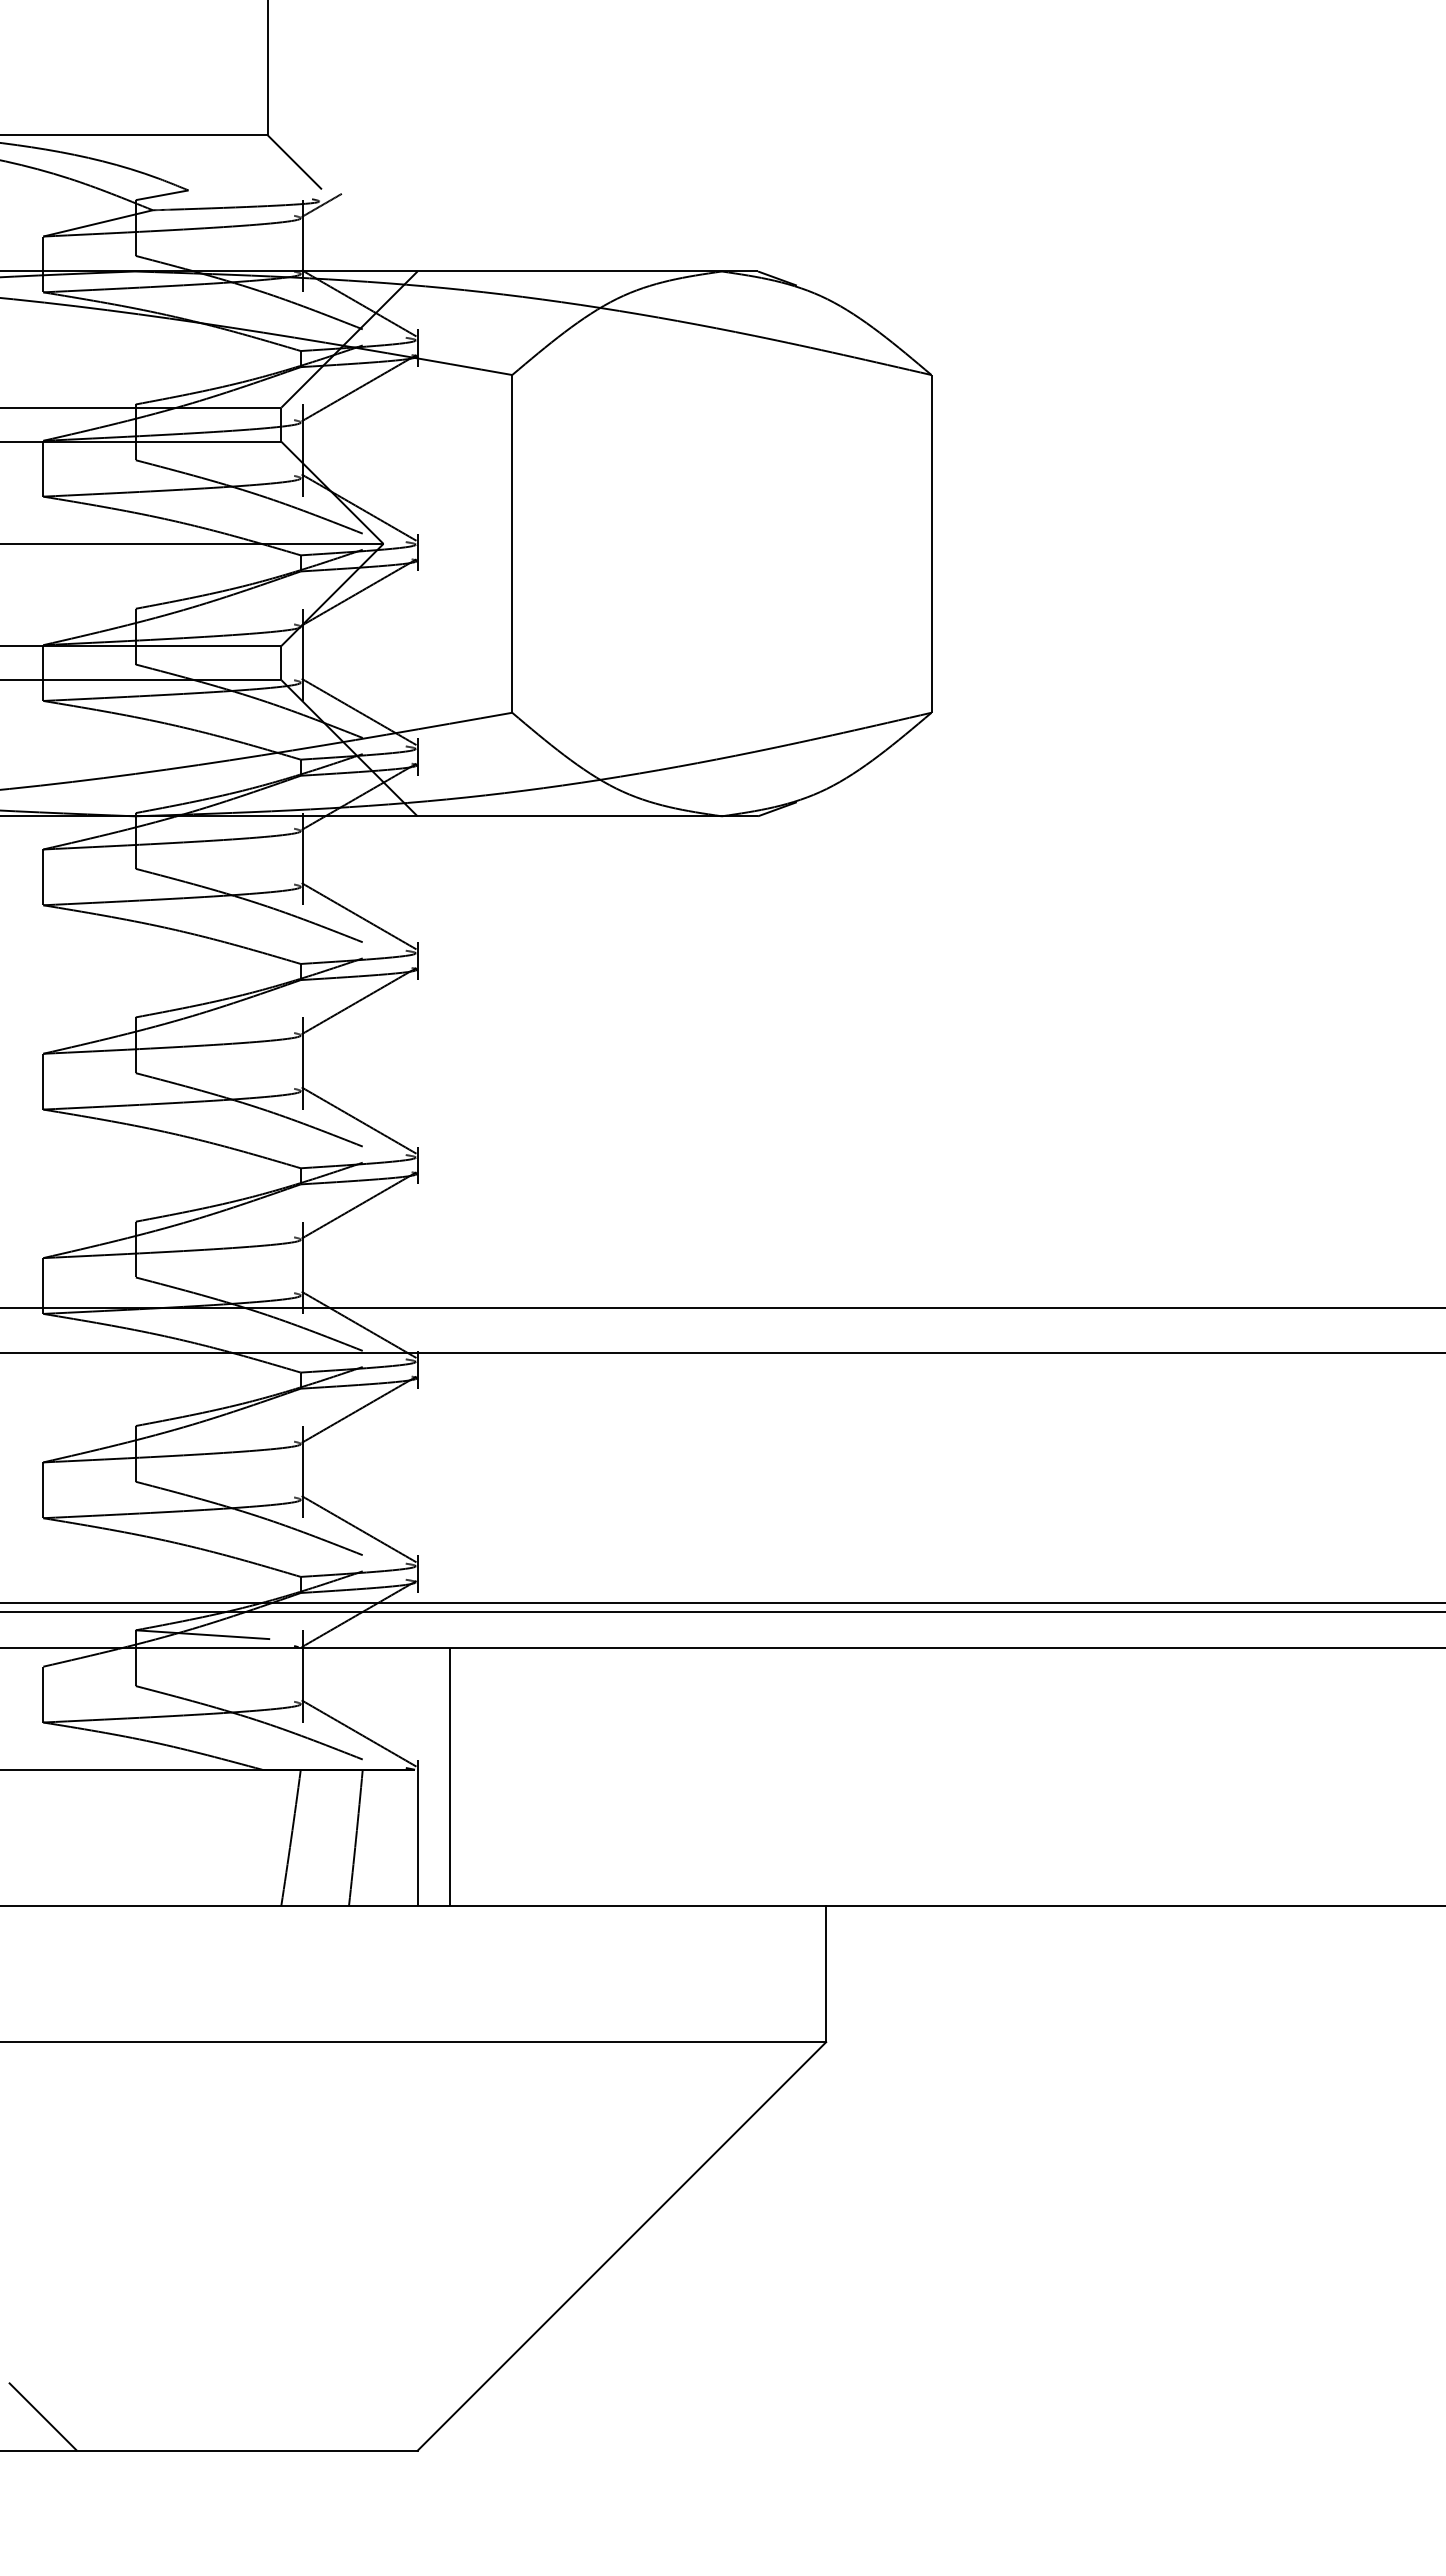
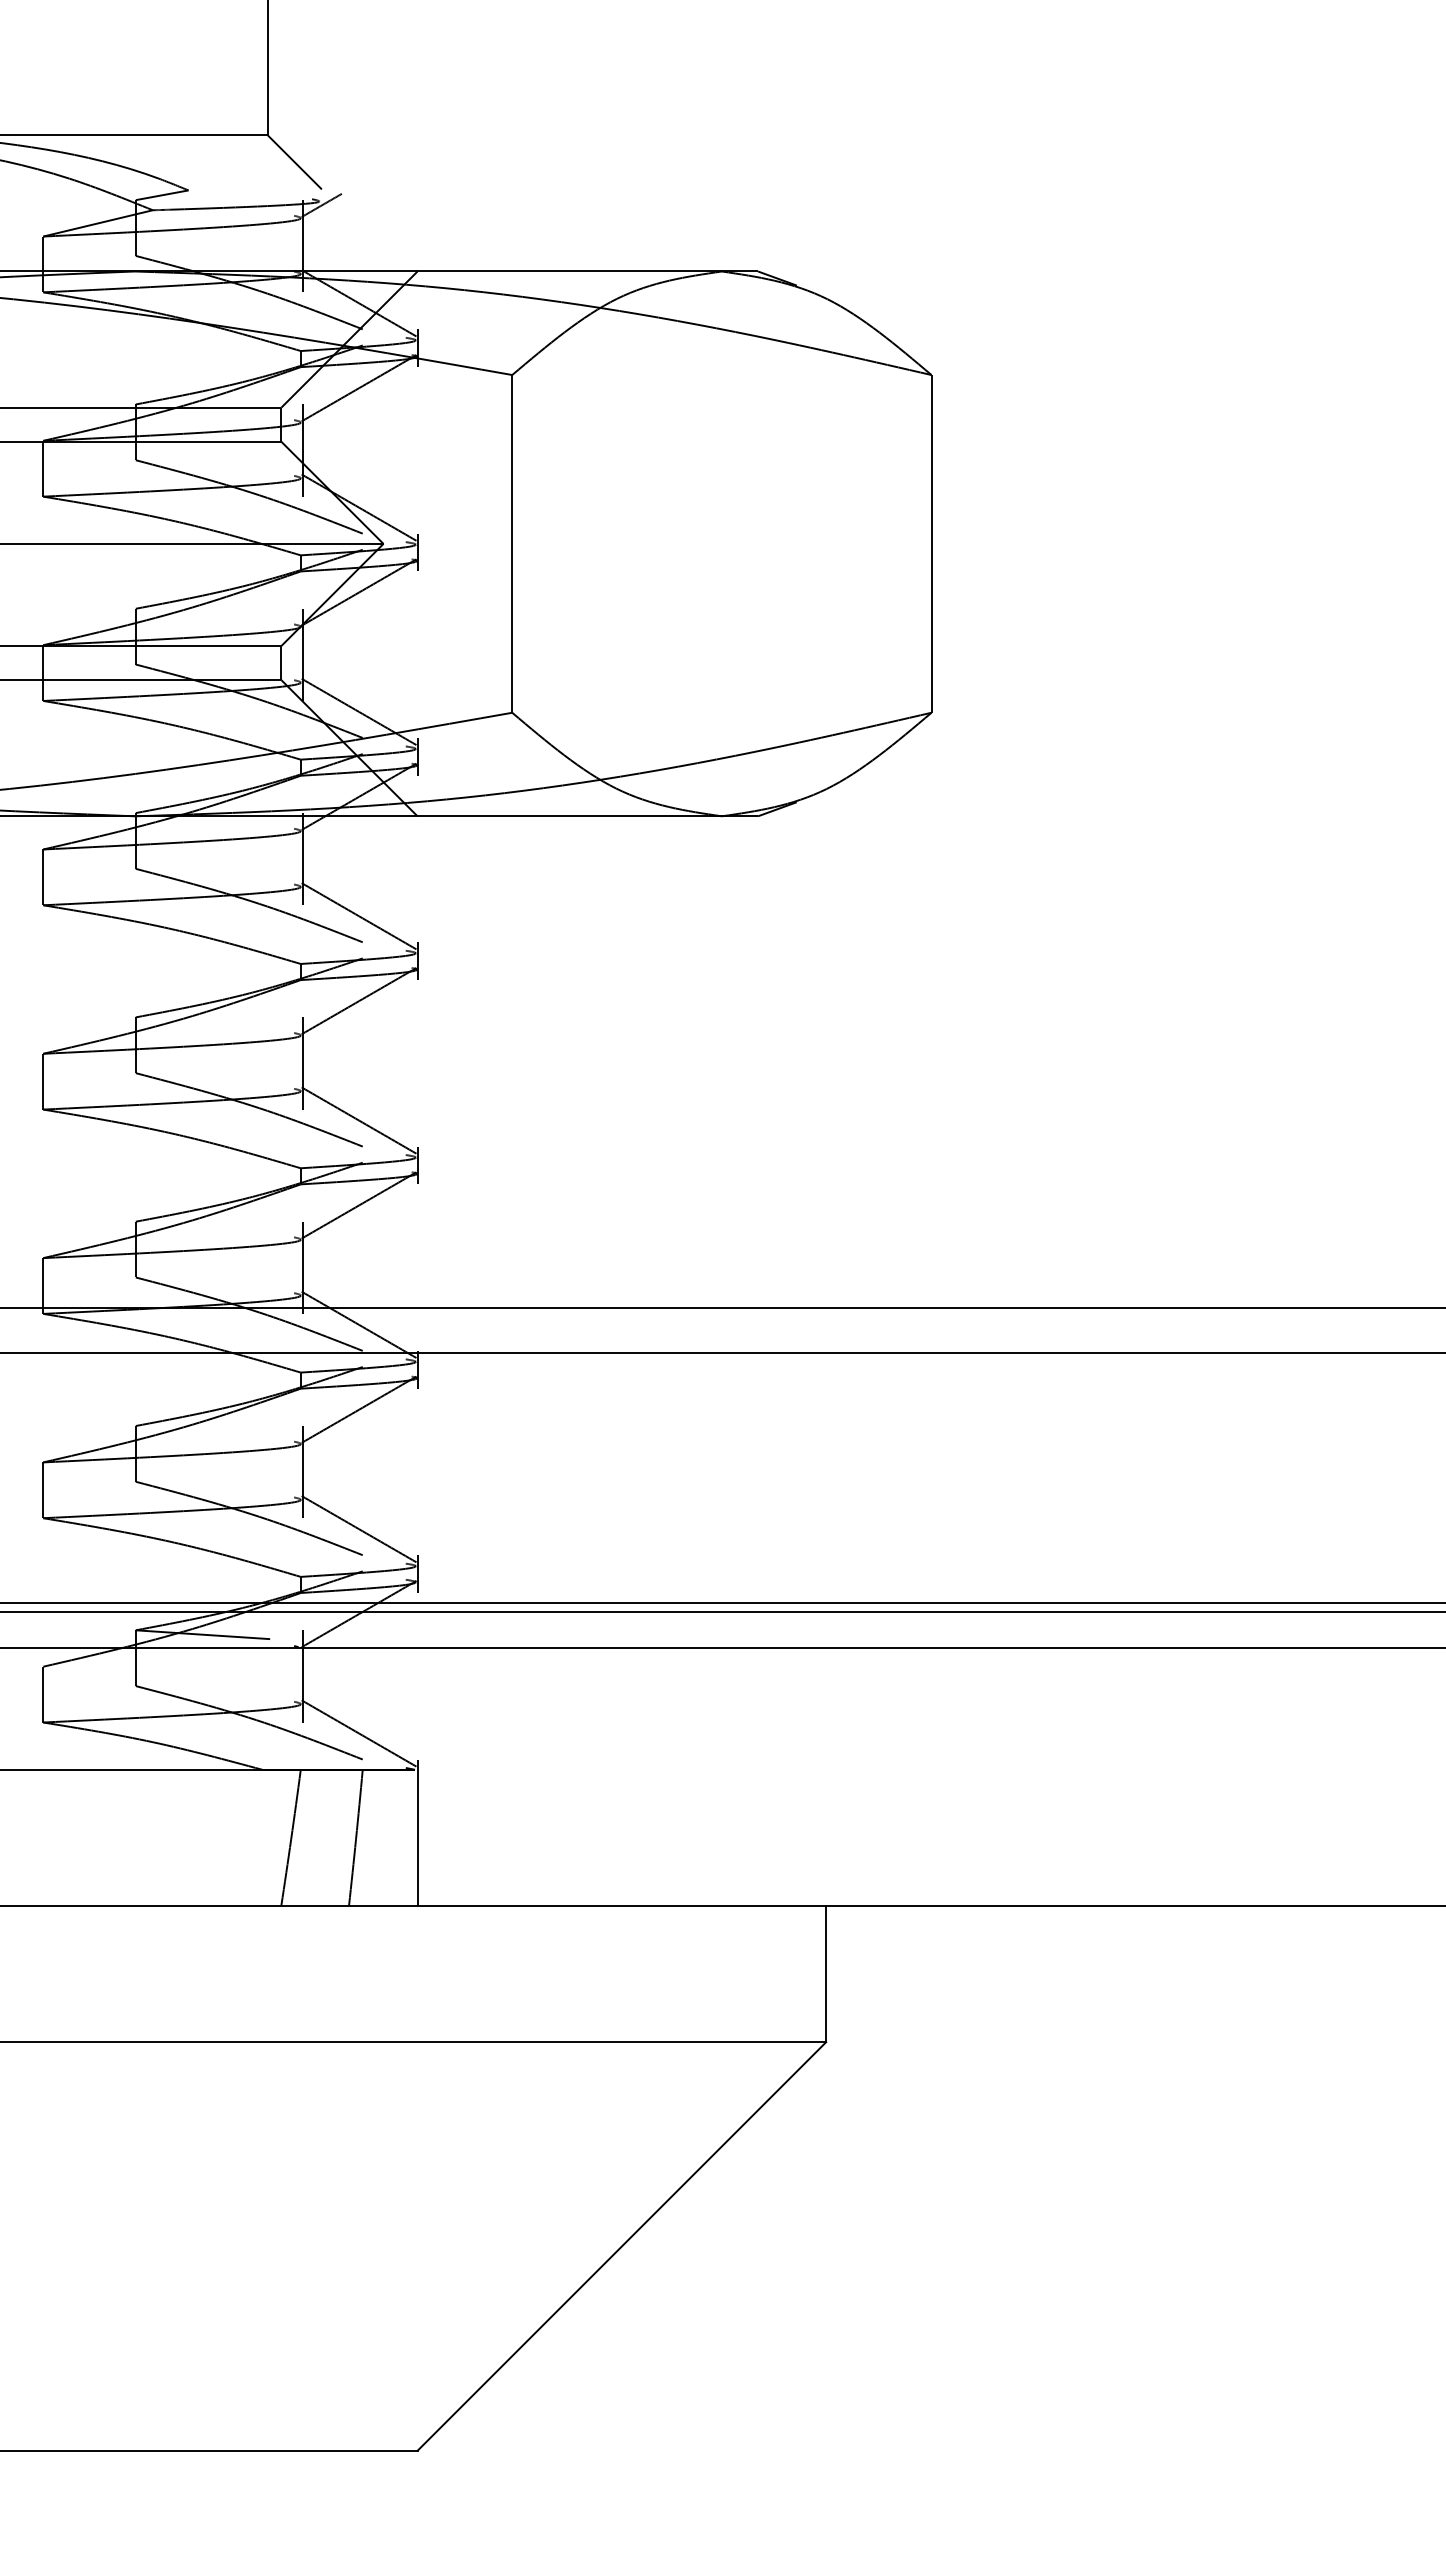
line at (450, 1776): present -> none
line at (42, 2416): present -> none
